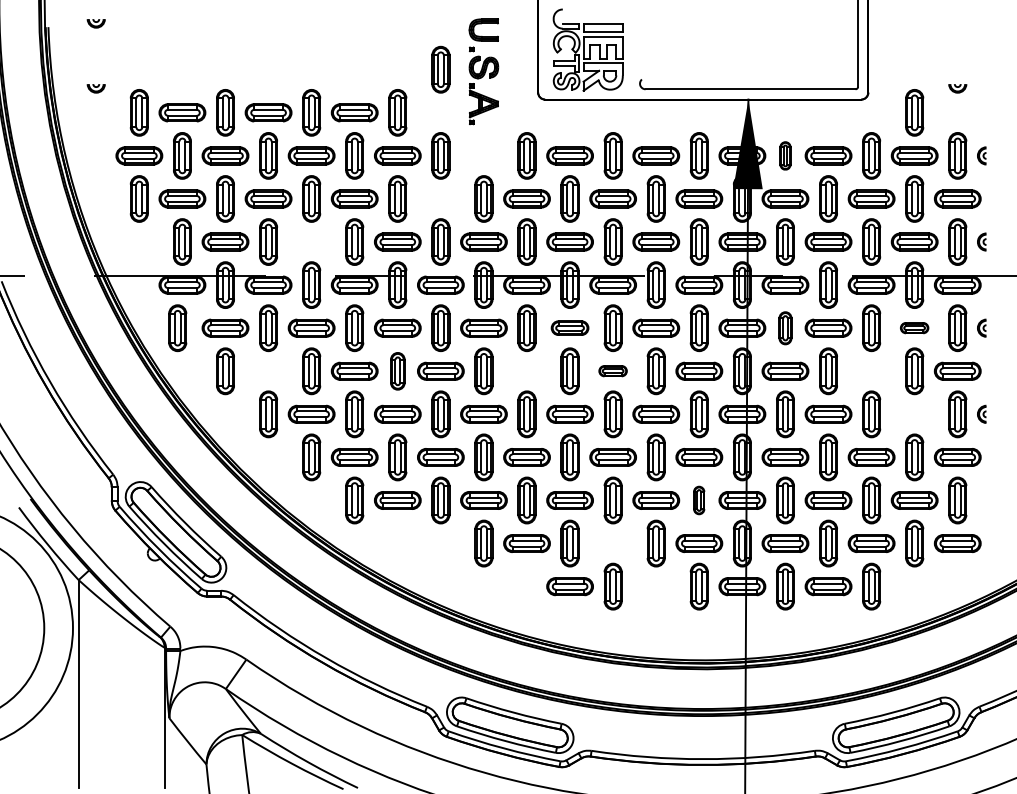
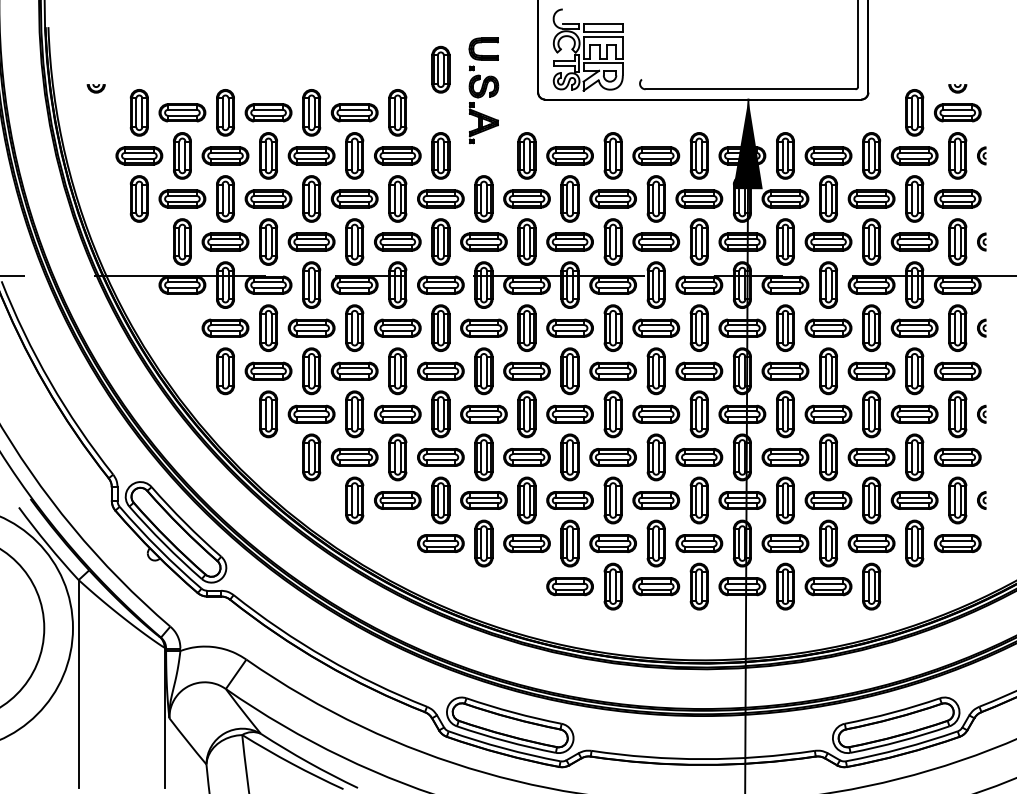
part at (95, 23): present -> none
part at (483, 71) position: (483, 71) -> (483, 90)
part at (957, 112): none -> present
part at (785, 155) size: 13x30 px -> 19x48 px
part at (440, 198): none -> present
part at (311, 241): none -> present
part at (569, 327) size: 40x16 px -> 48x20 px
part at (177, 328): present -> none
part at (785, 328) size: 15x35 px -> 19x49 px
part at (914, 328) size: 30x13 px -> 49x20 px
part at (268, 370): none -> present
part at (526, 370): none -> present
part at (871, 370): none -> present
part at (397, 371) size: 16x39 px -> 20x49 px
part at (612, 371) size: 30x13 px -> 48x20 px
part at (914, 413): none -> present
part at (699, 500) size: 13x31 px -> 20x49 px
part at (981, 500): none -> present
part at (440, 543): none -> present
part at (612, 543): none -> present
part at (656, 586): none -> present
